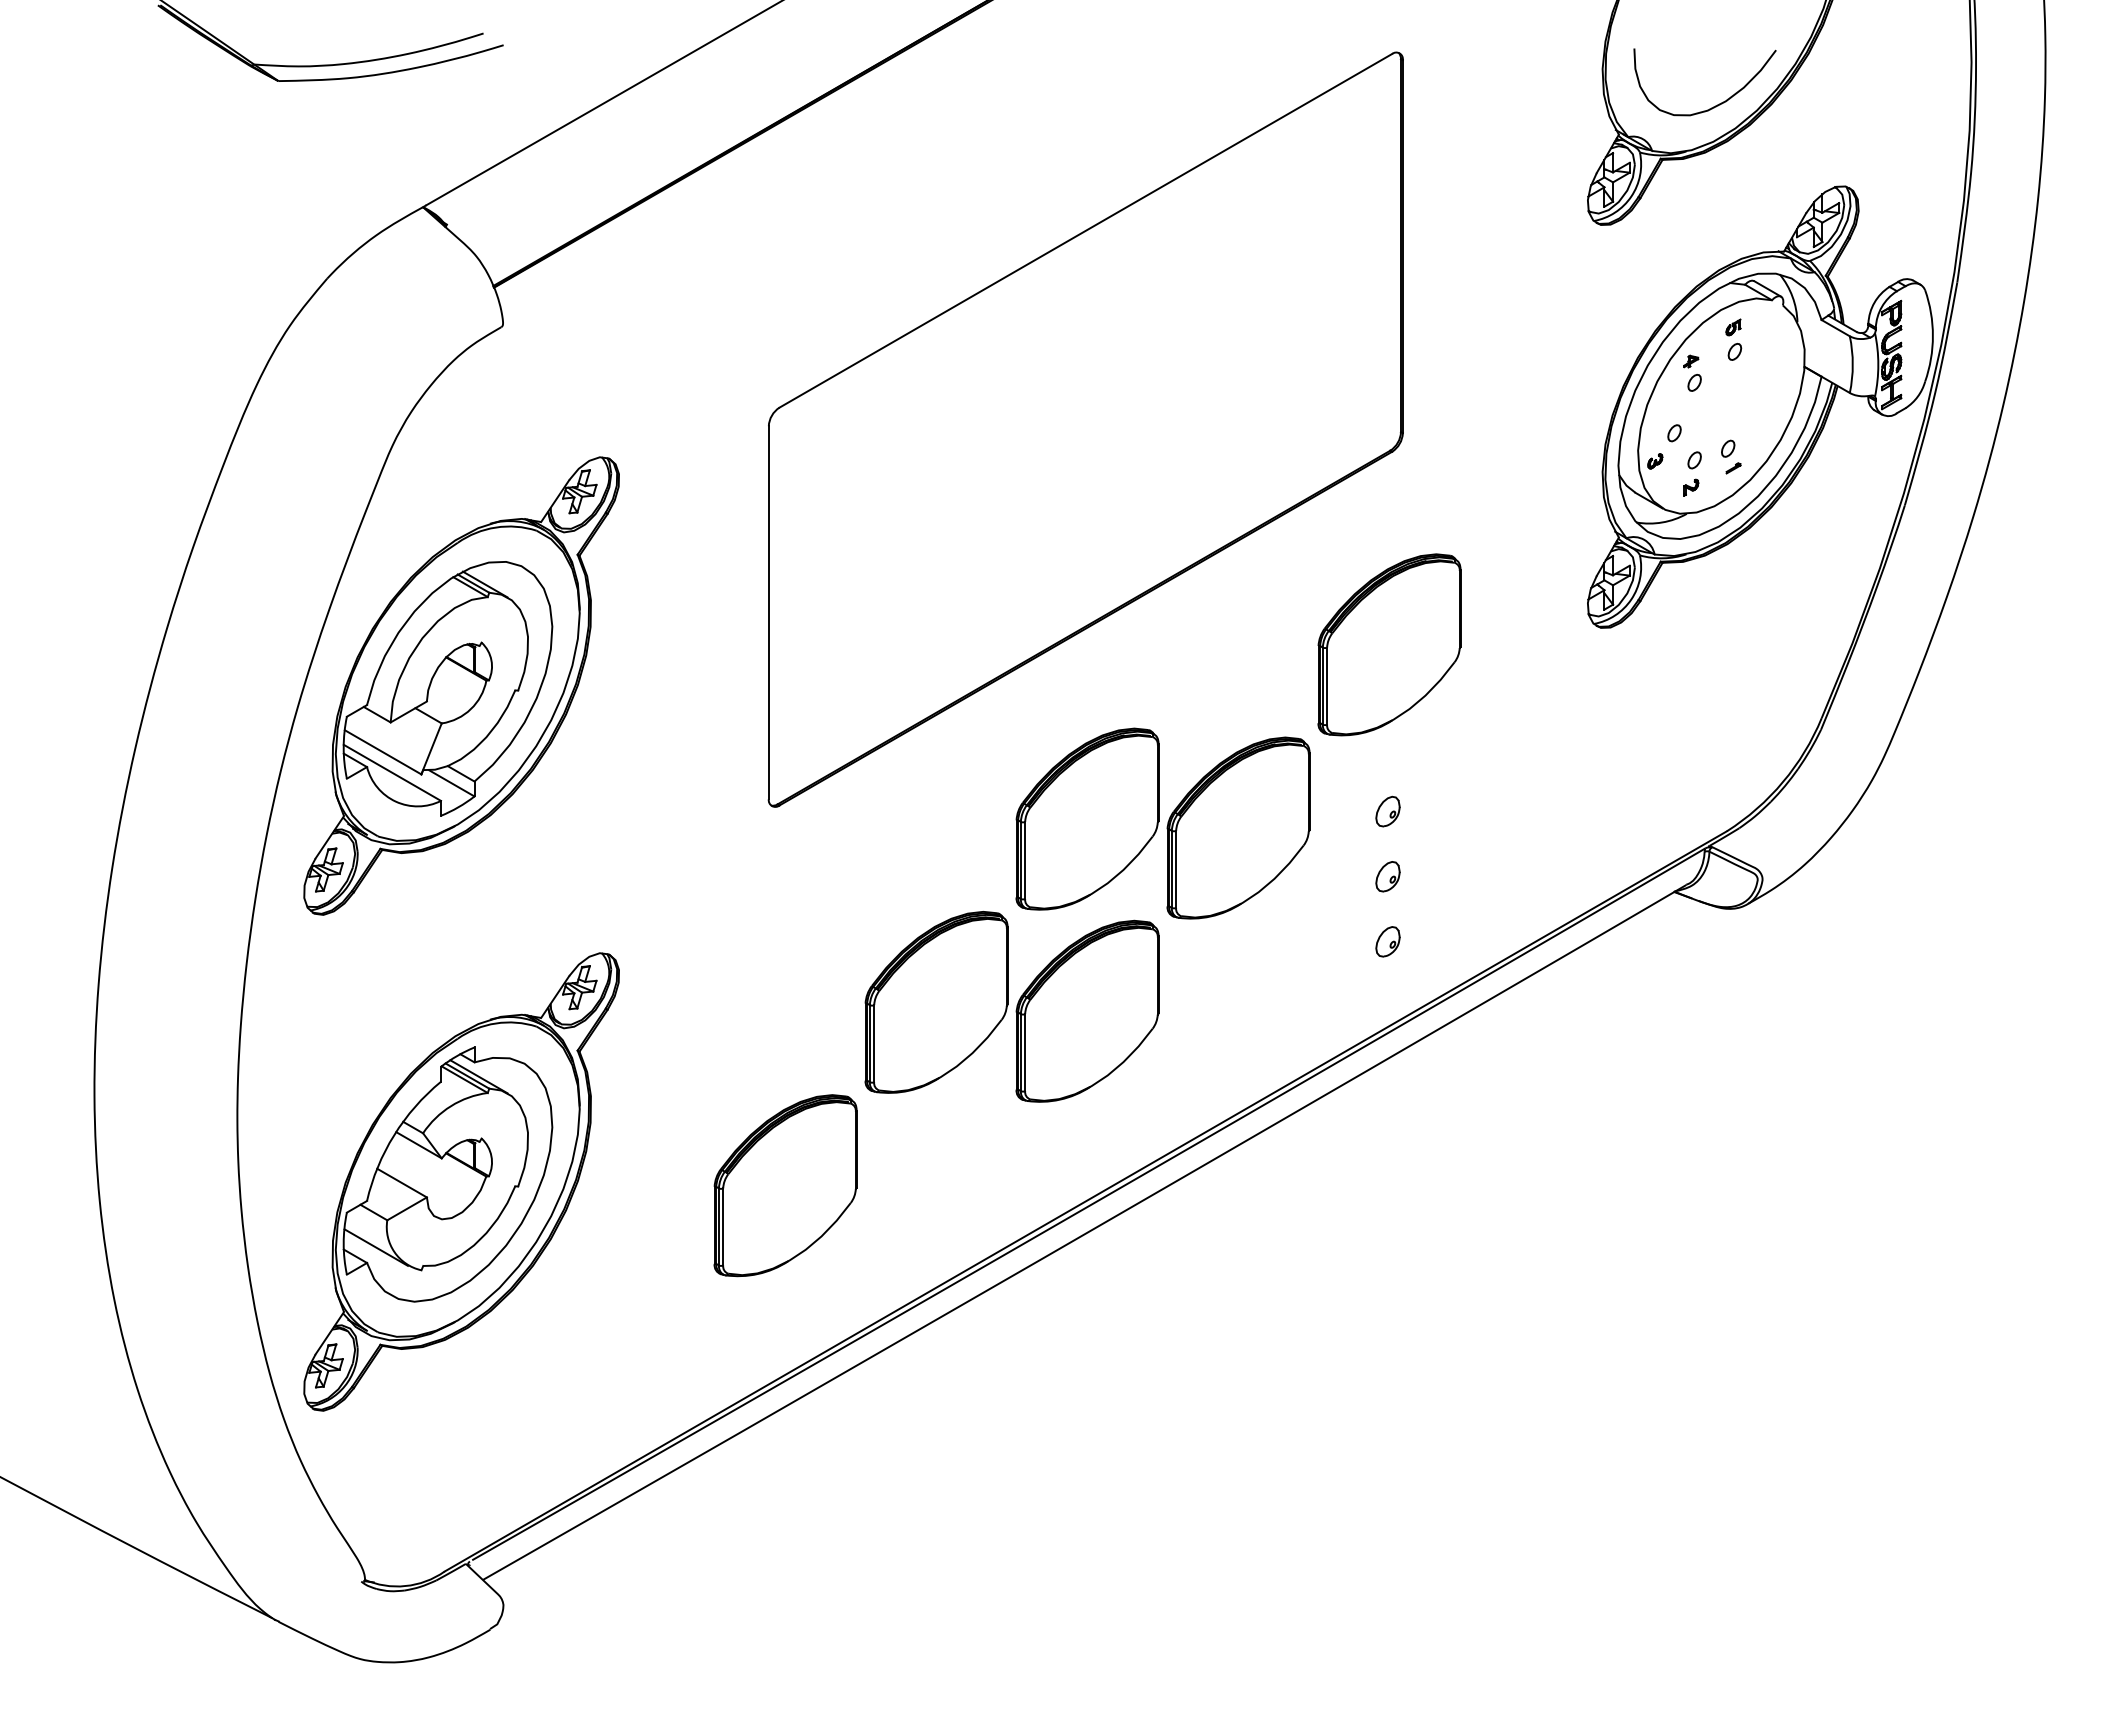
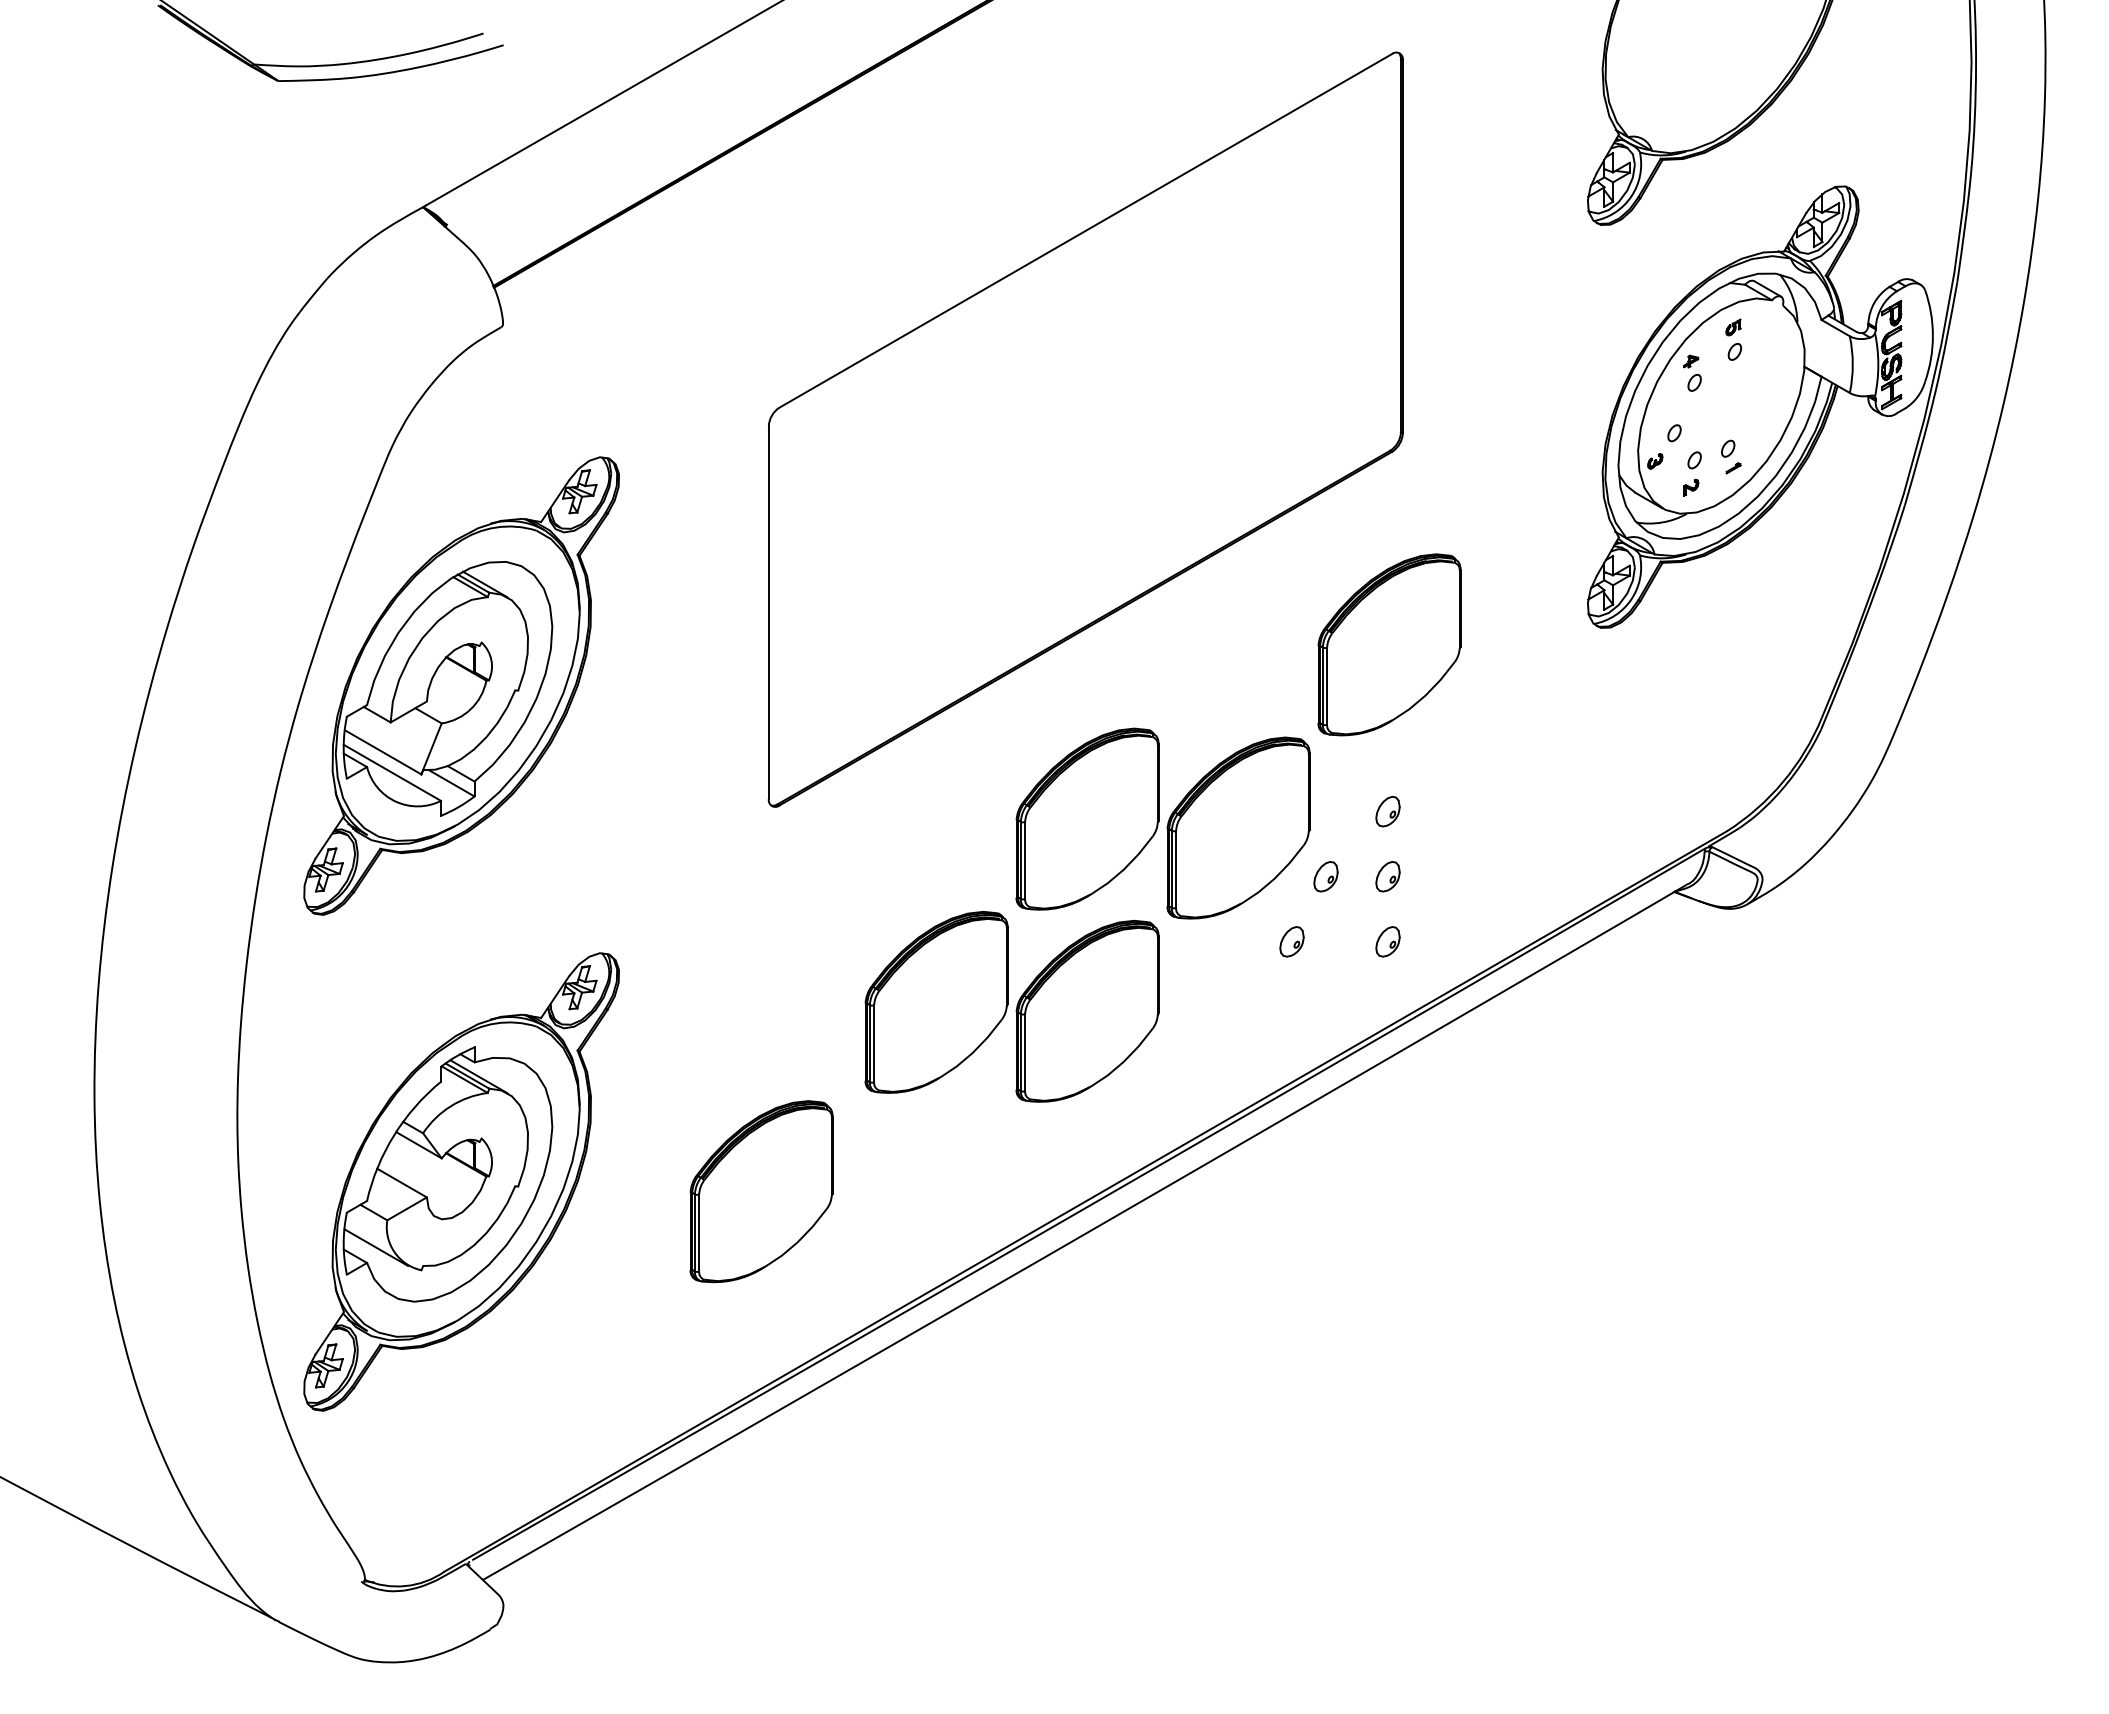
curve at (1715, 105): present -> none
part at (1325, 876): none -> present
part at (1291, 941): none -> present
part at (785, 1185) position: (785, 1185) -> (761, 1191)
